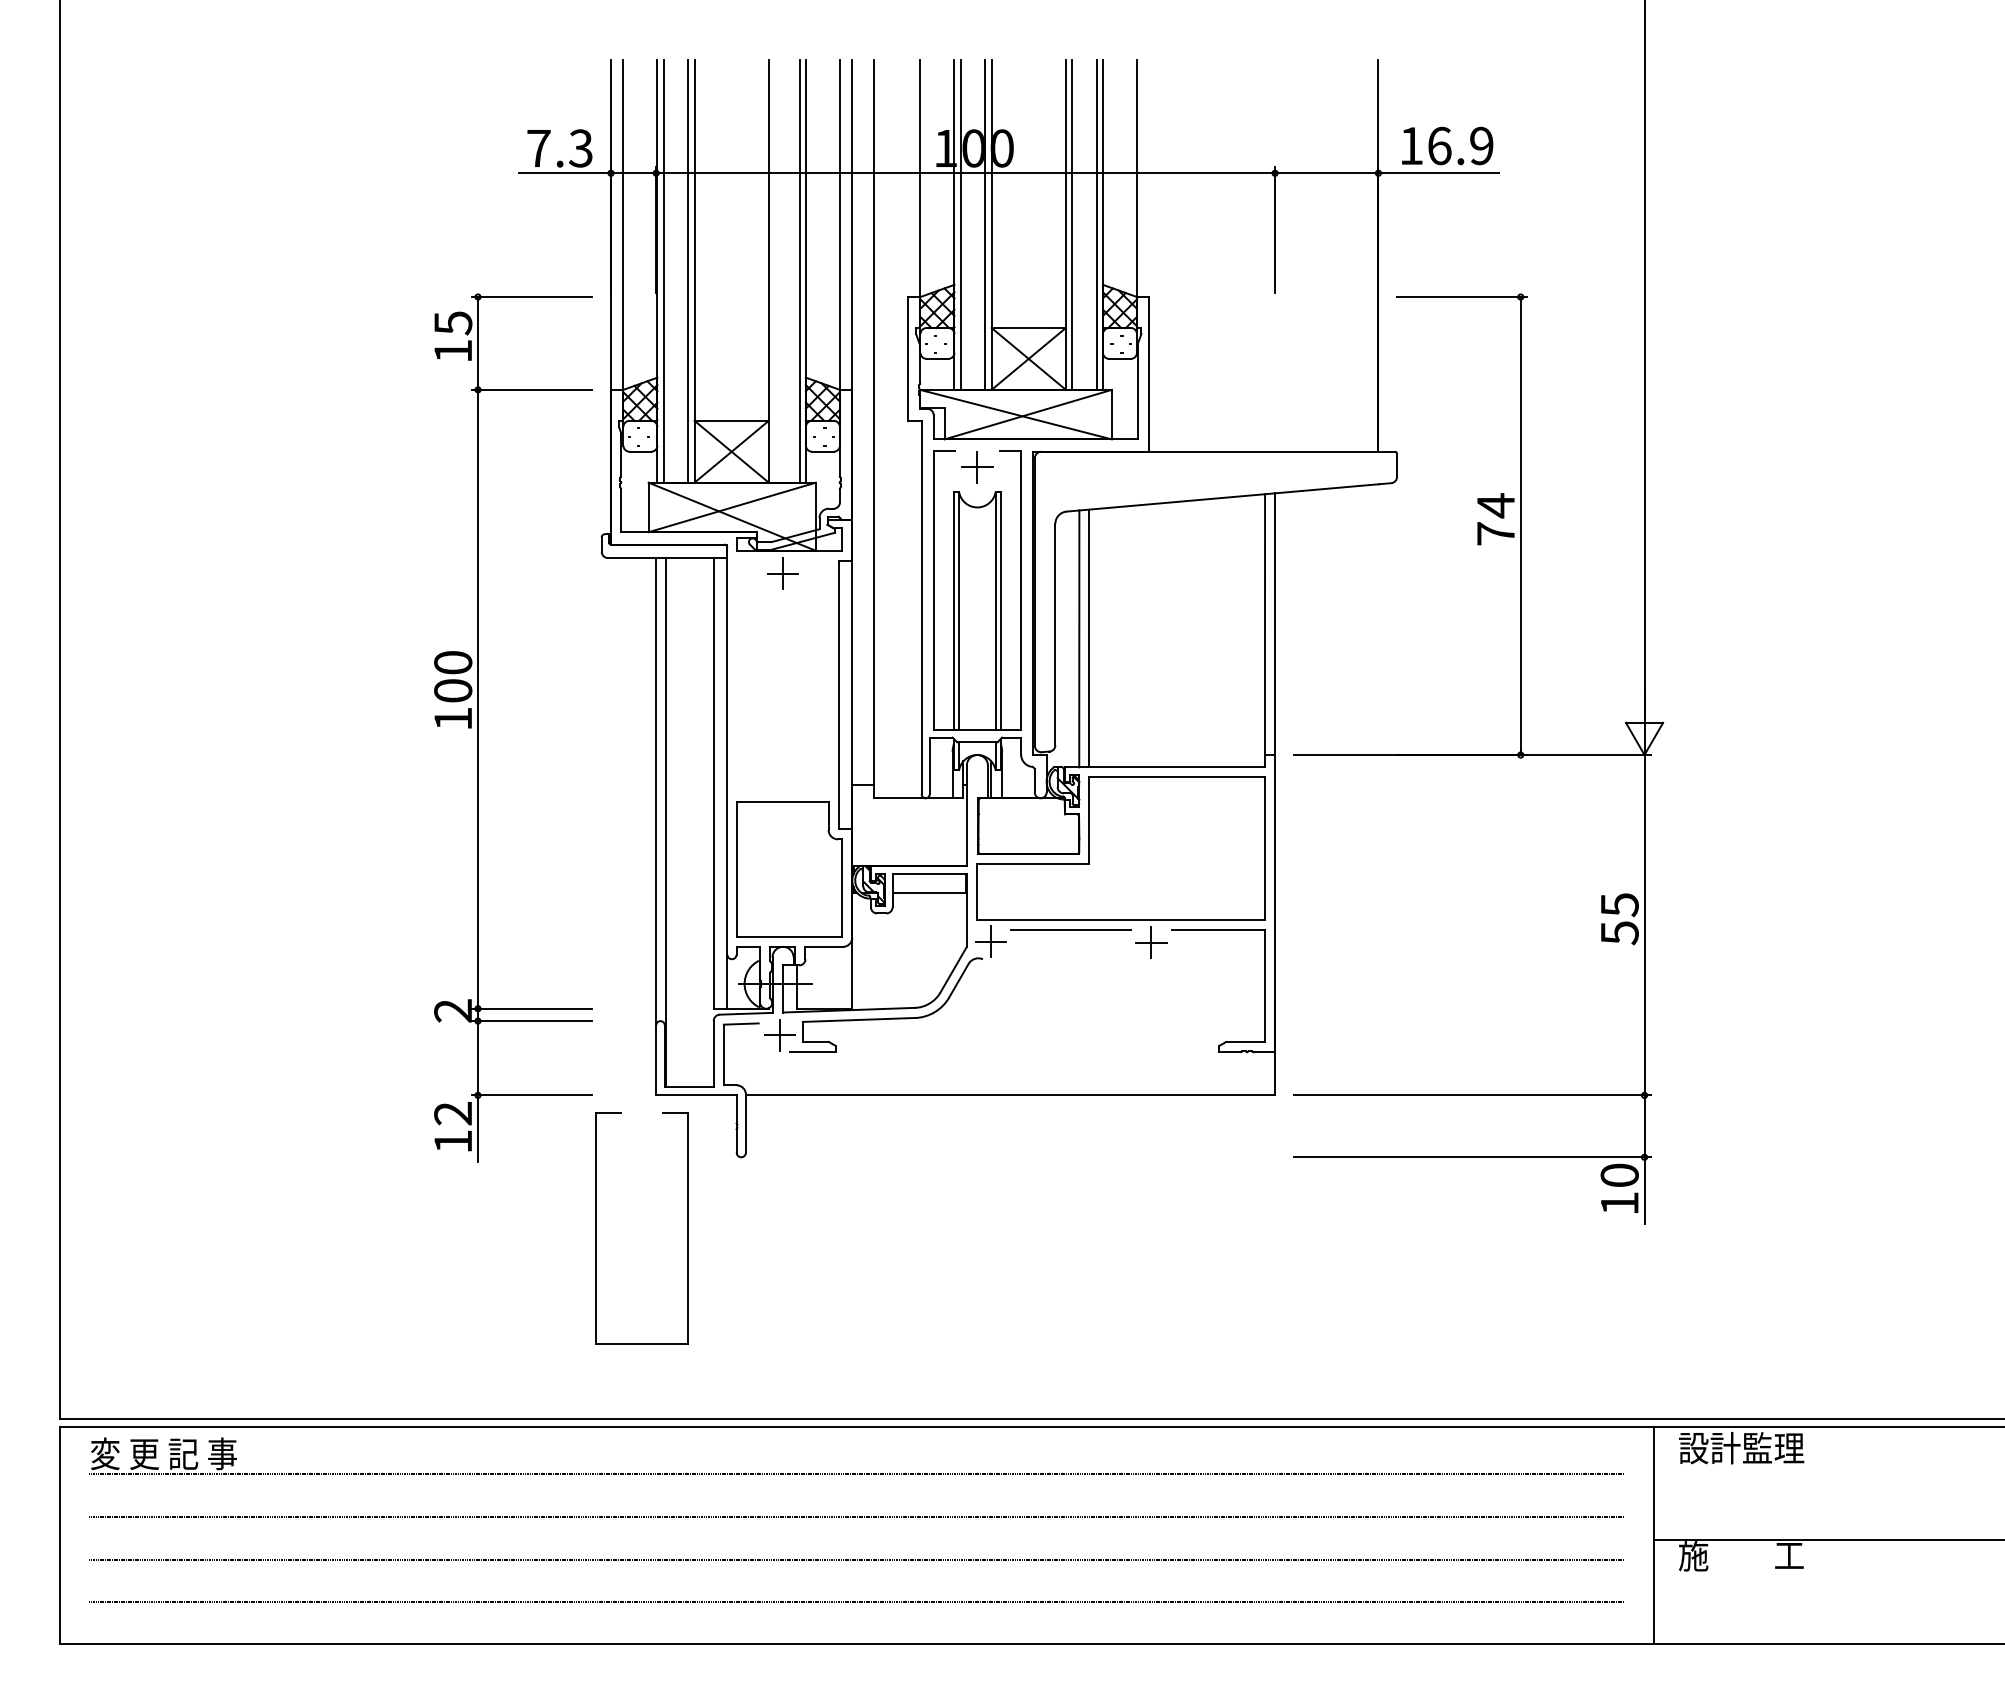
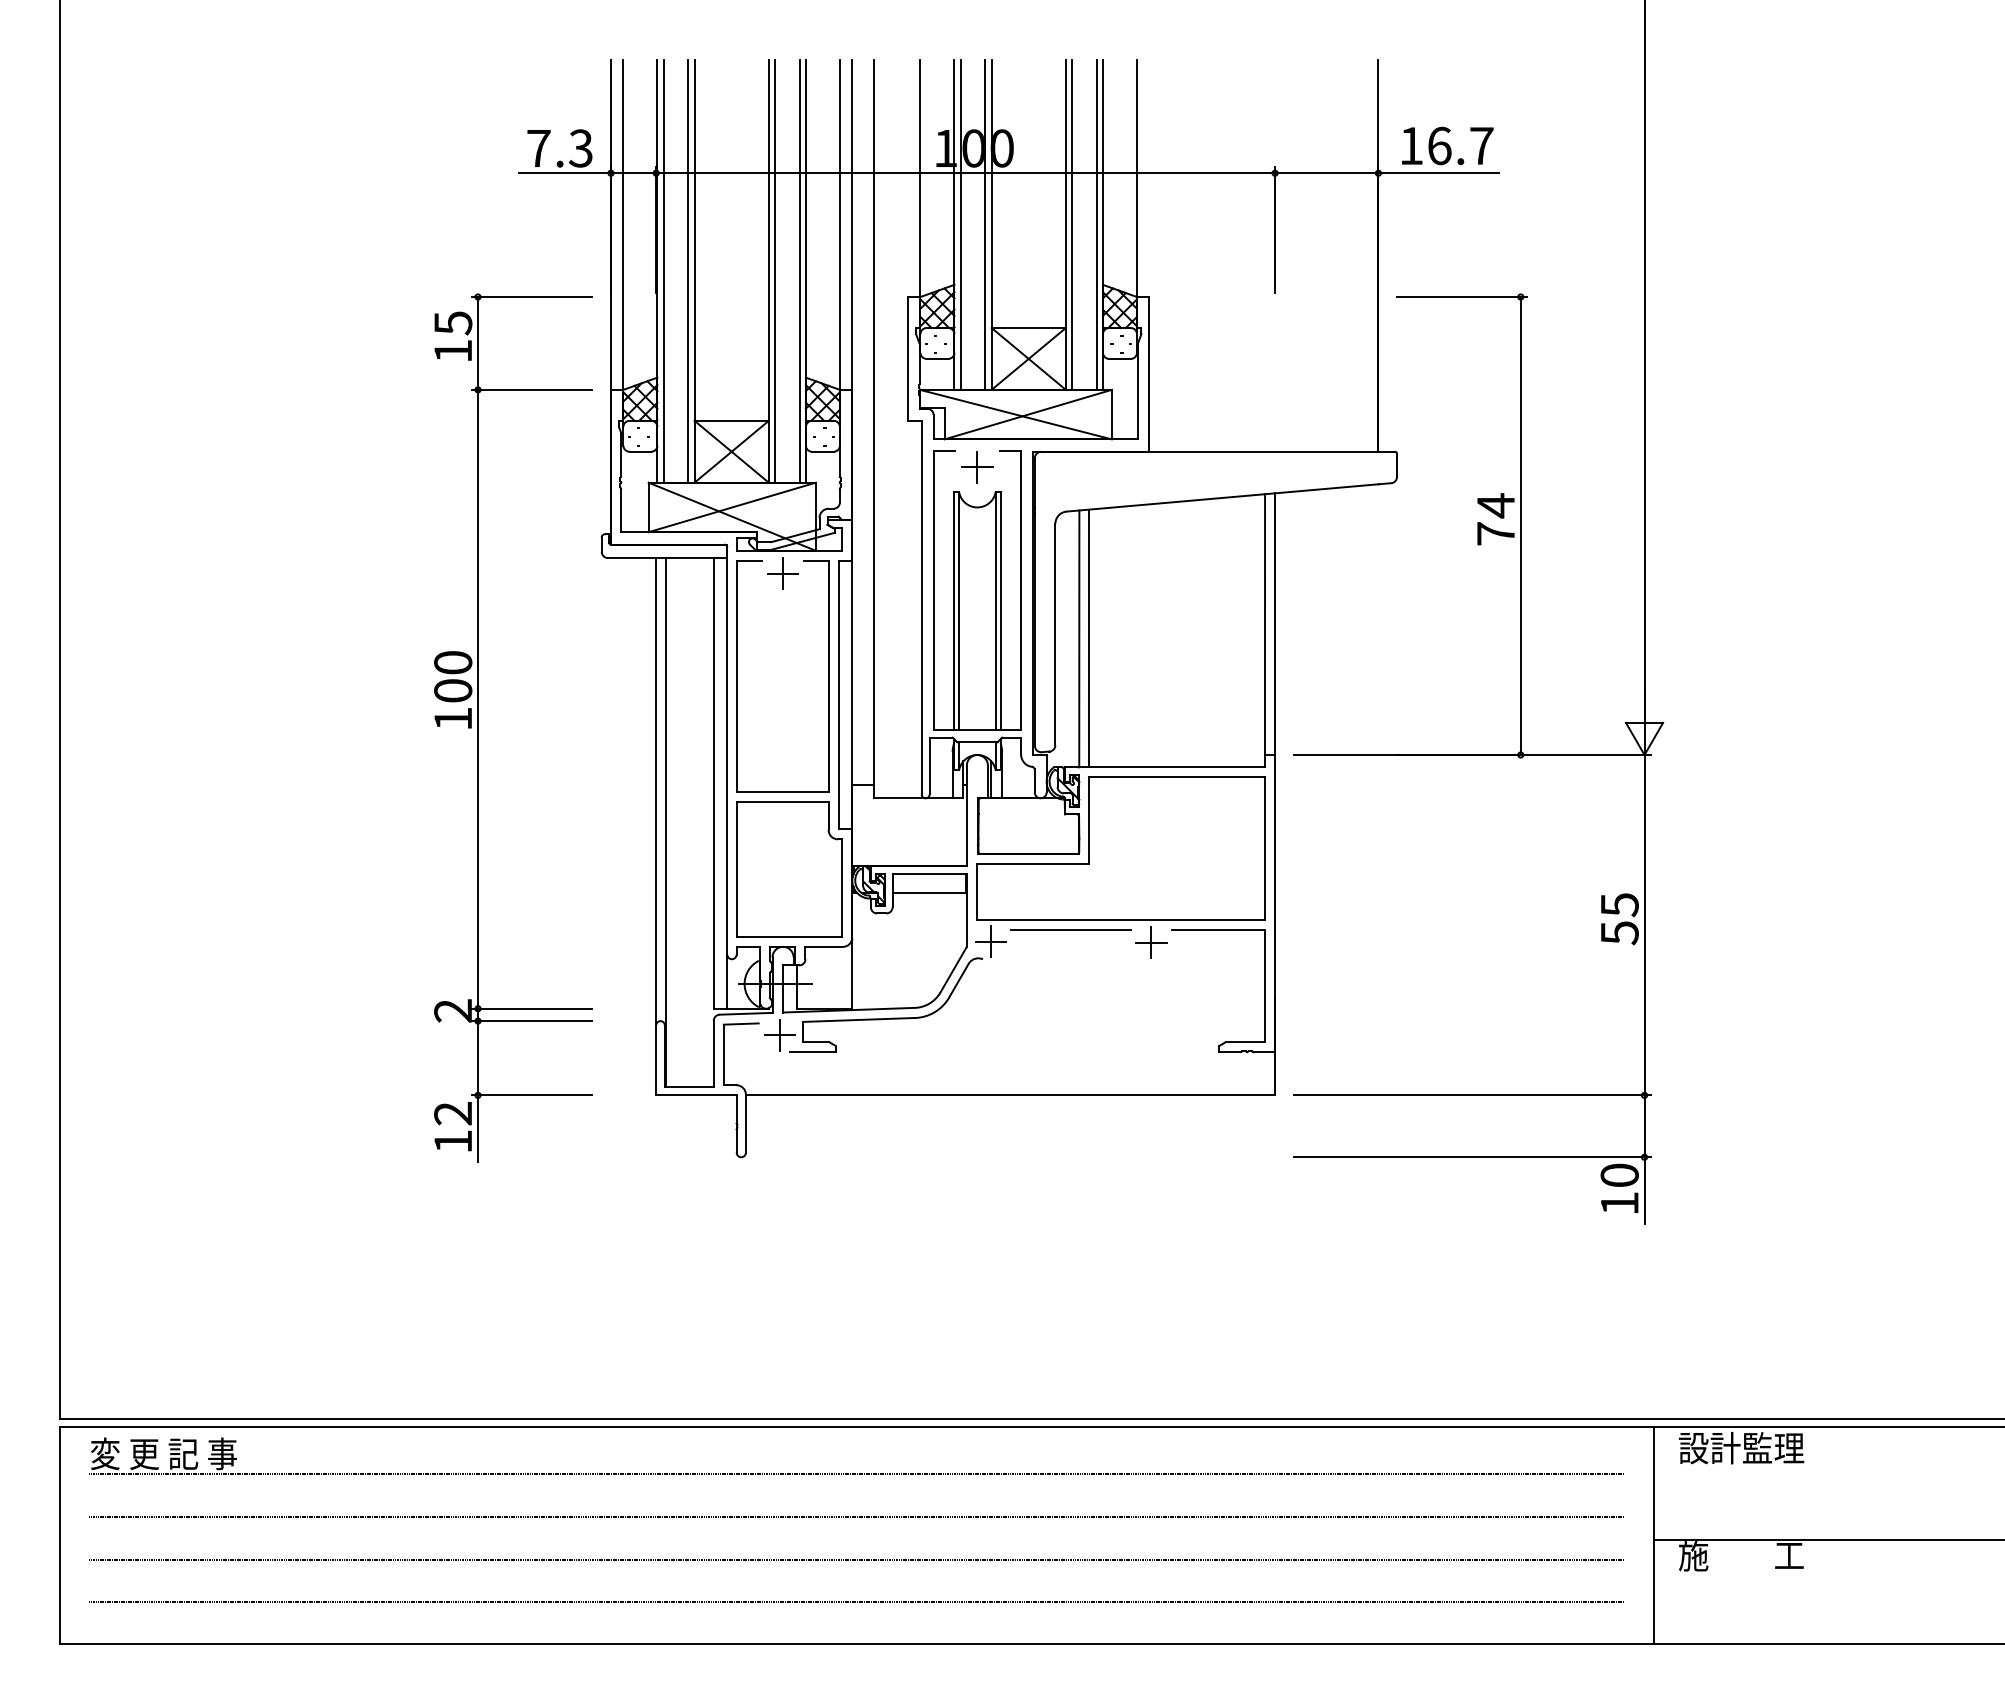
text at (1481, 145): 16.9 -> 16.7
line at (775, 271): none -> present
part at (596, 1228) position: (596, 1228) -> (737, 676)
